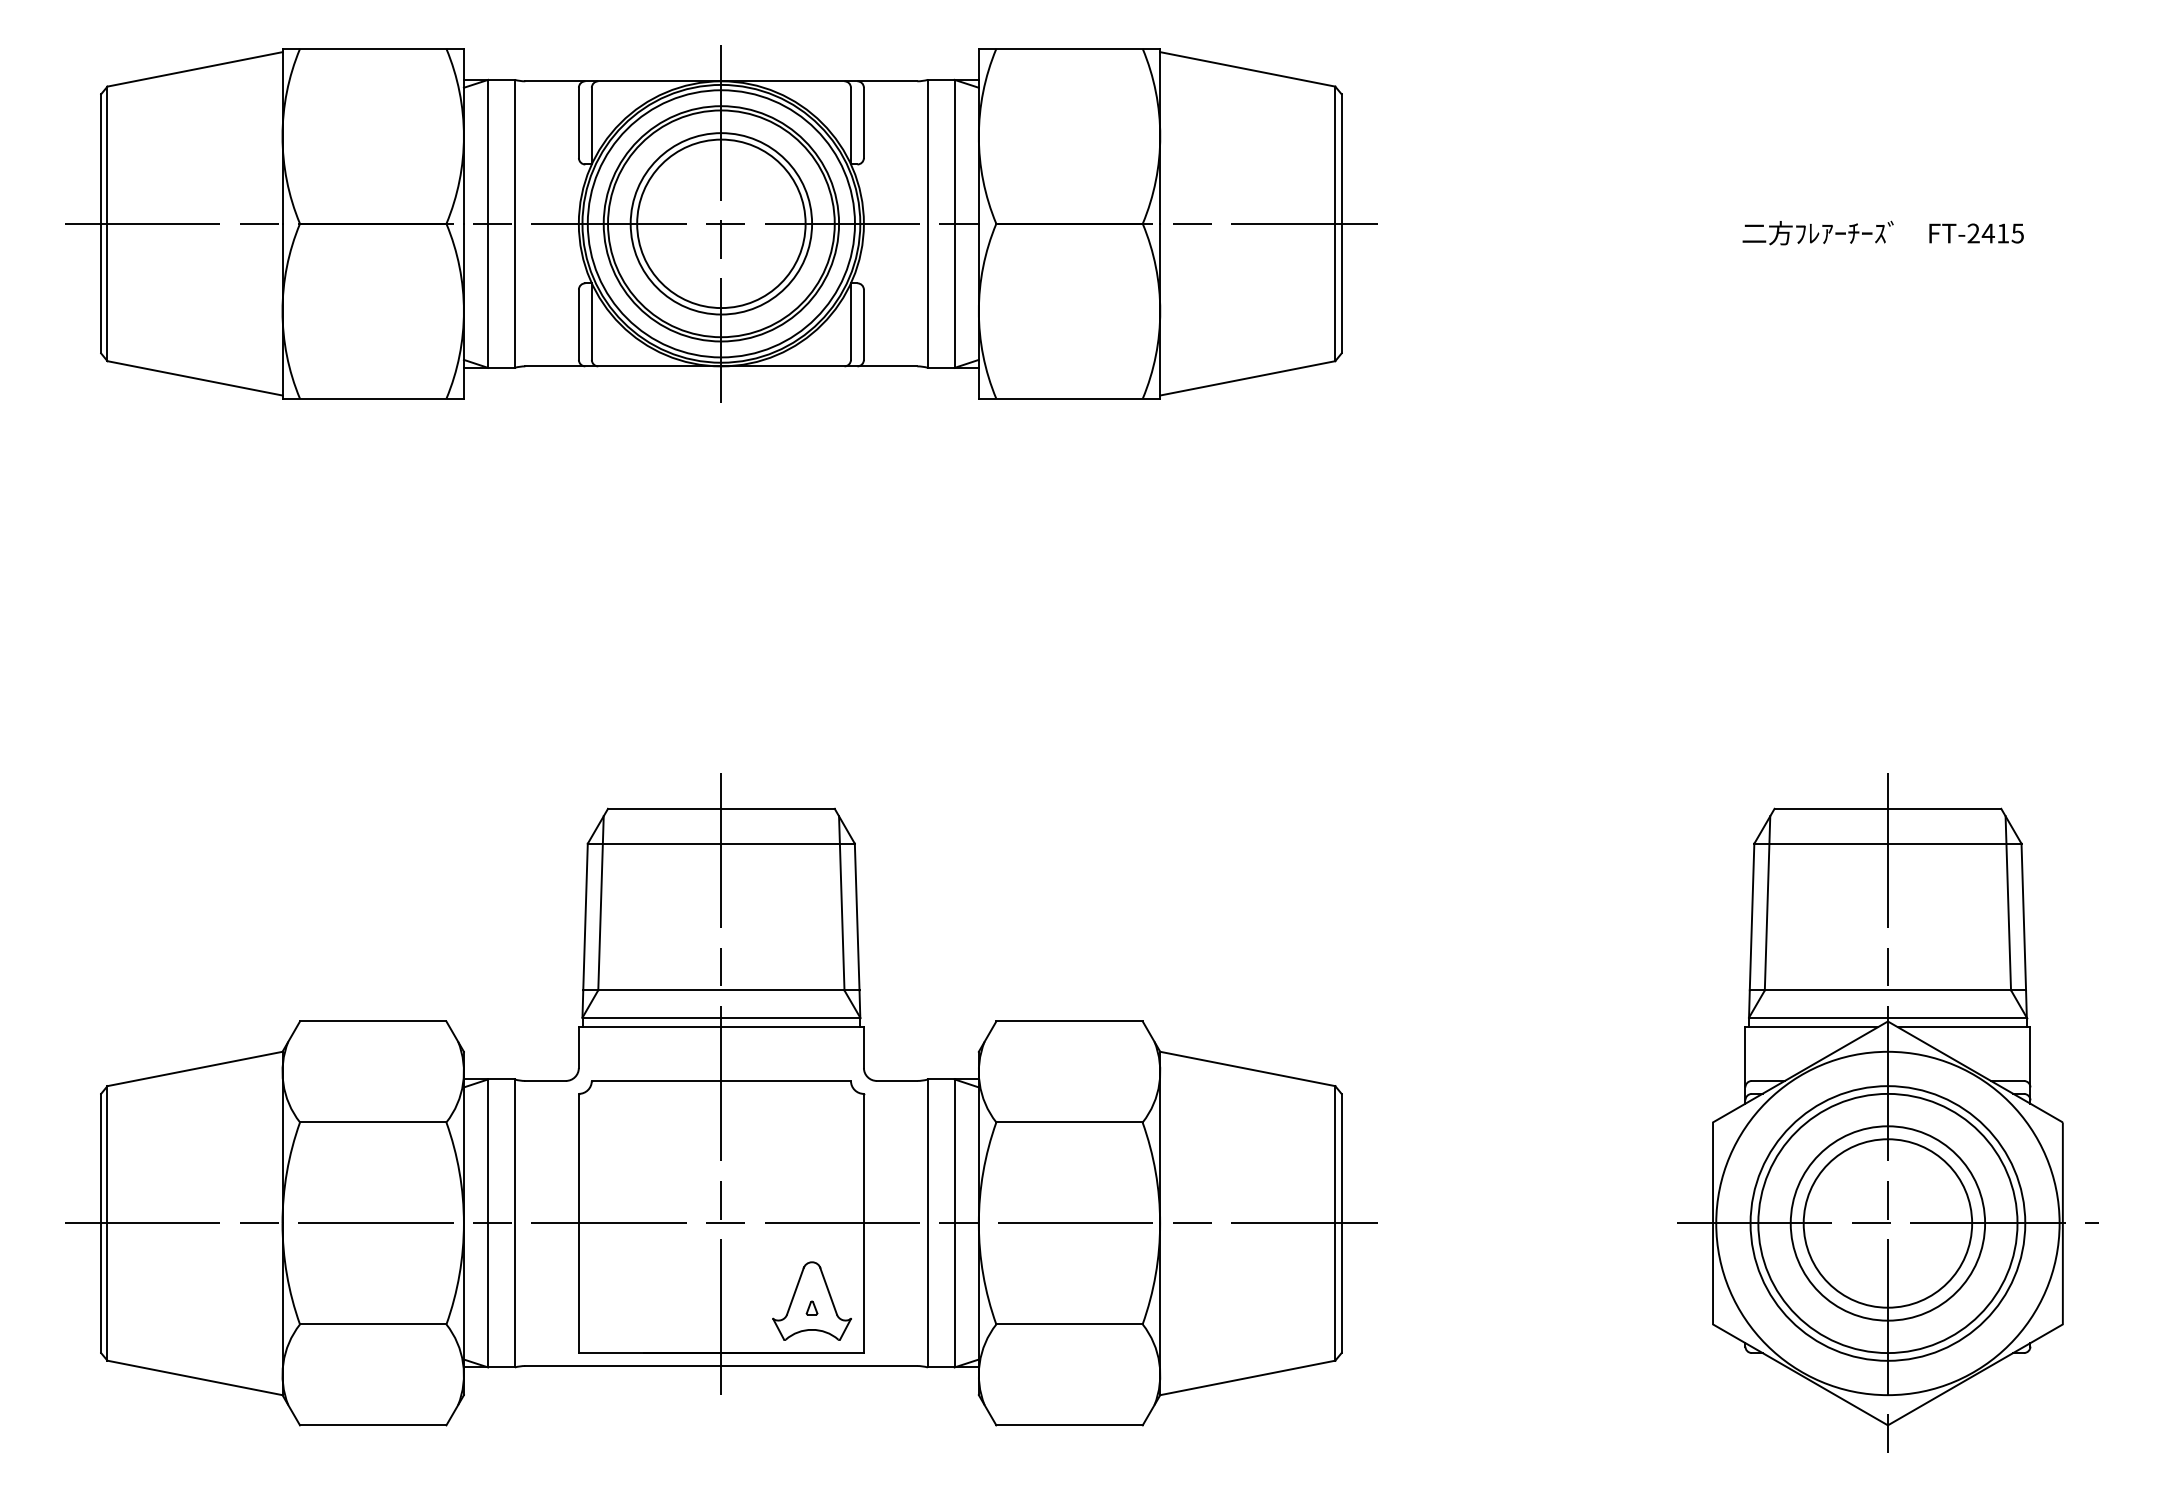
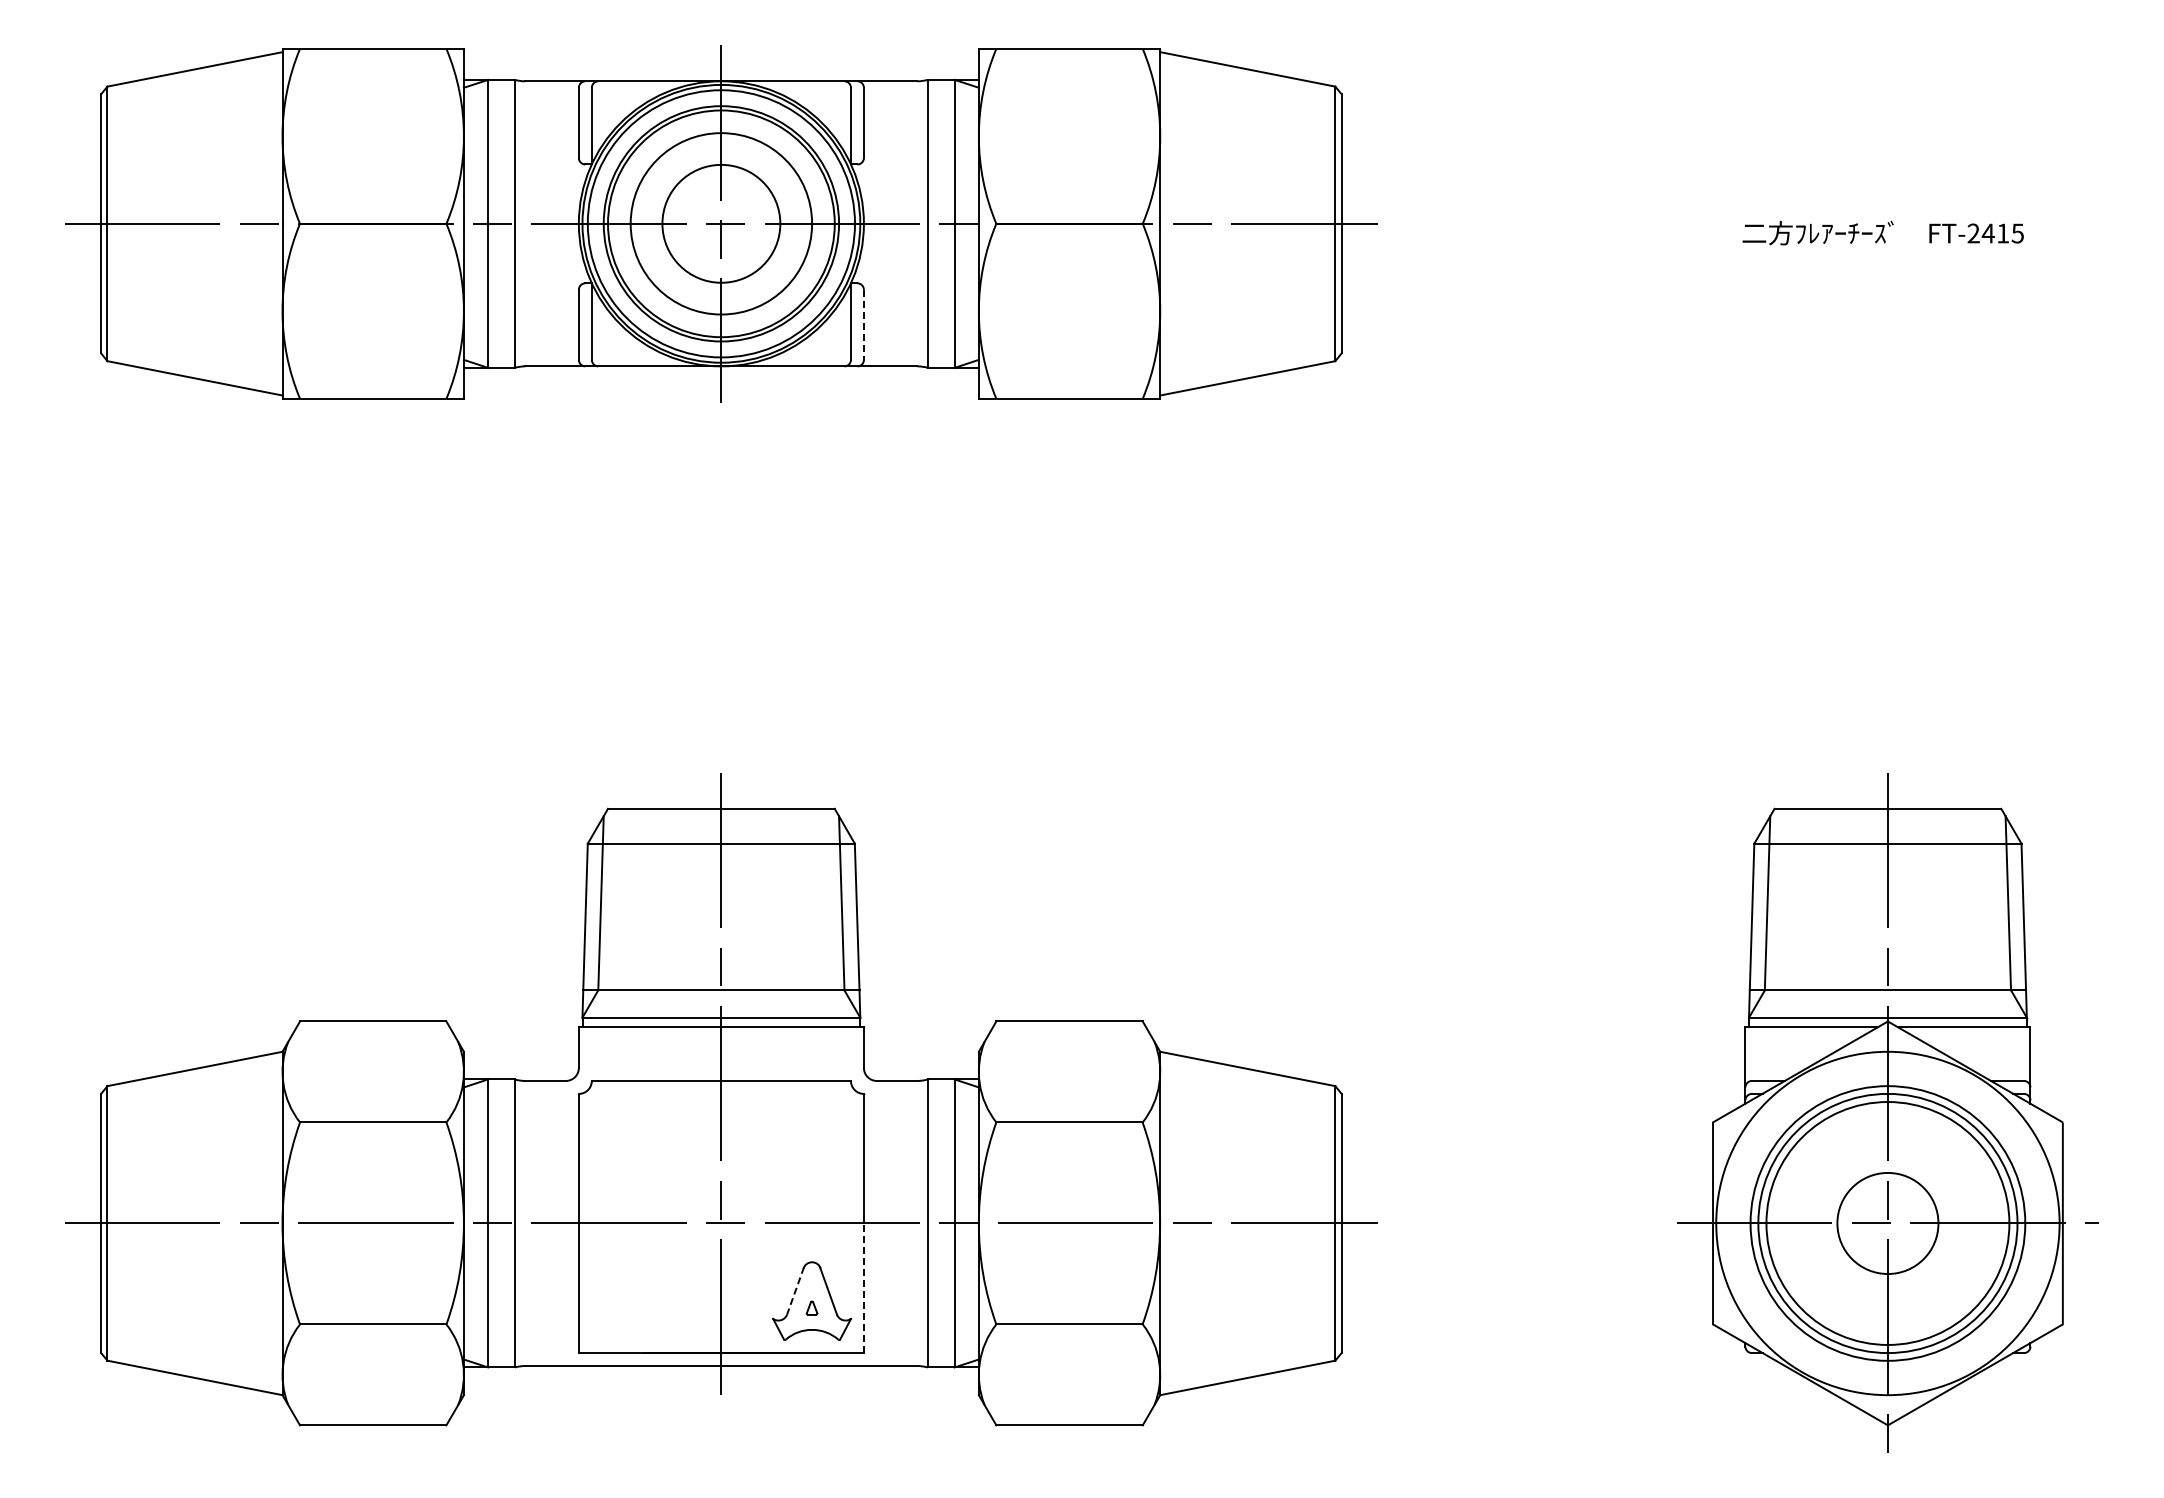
circle at (721, 223) diameter: 168 px -> 118 px
line at (863, 325): solid -> dashed
circle at (1887, 1223) diameter: 168 px -> 101 px
circle at (1887, 1223) diameter: 194 px -> 243 px
line at (863, 1288): solid -> dashed
line at (795, 1291): solid -> dashed
